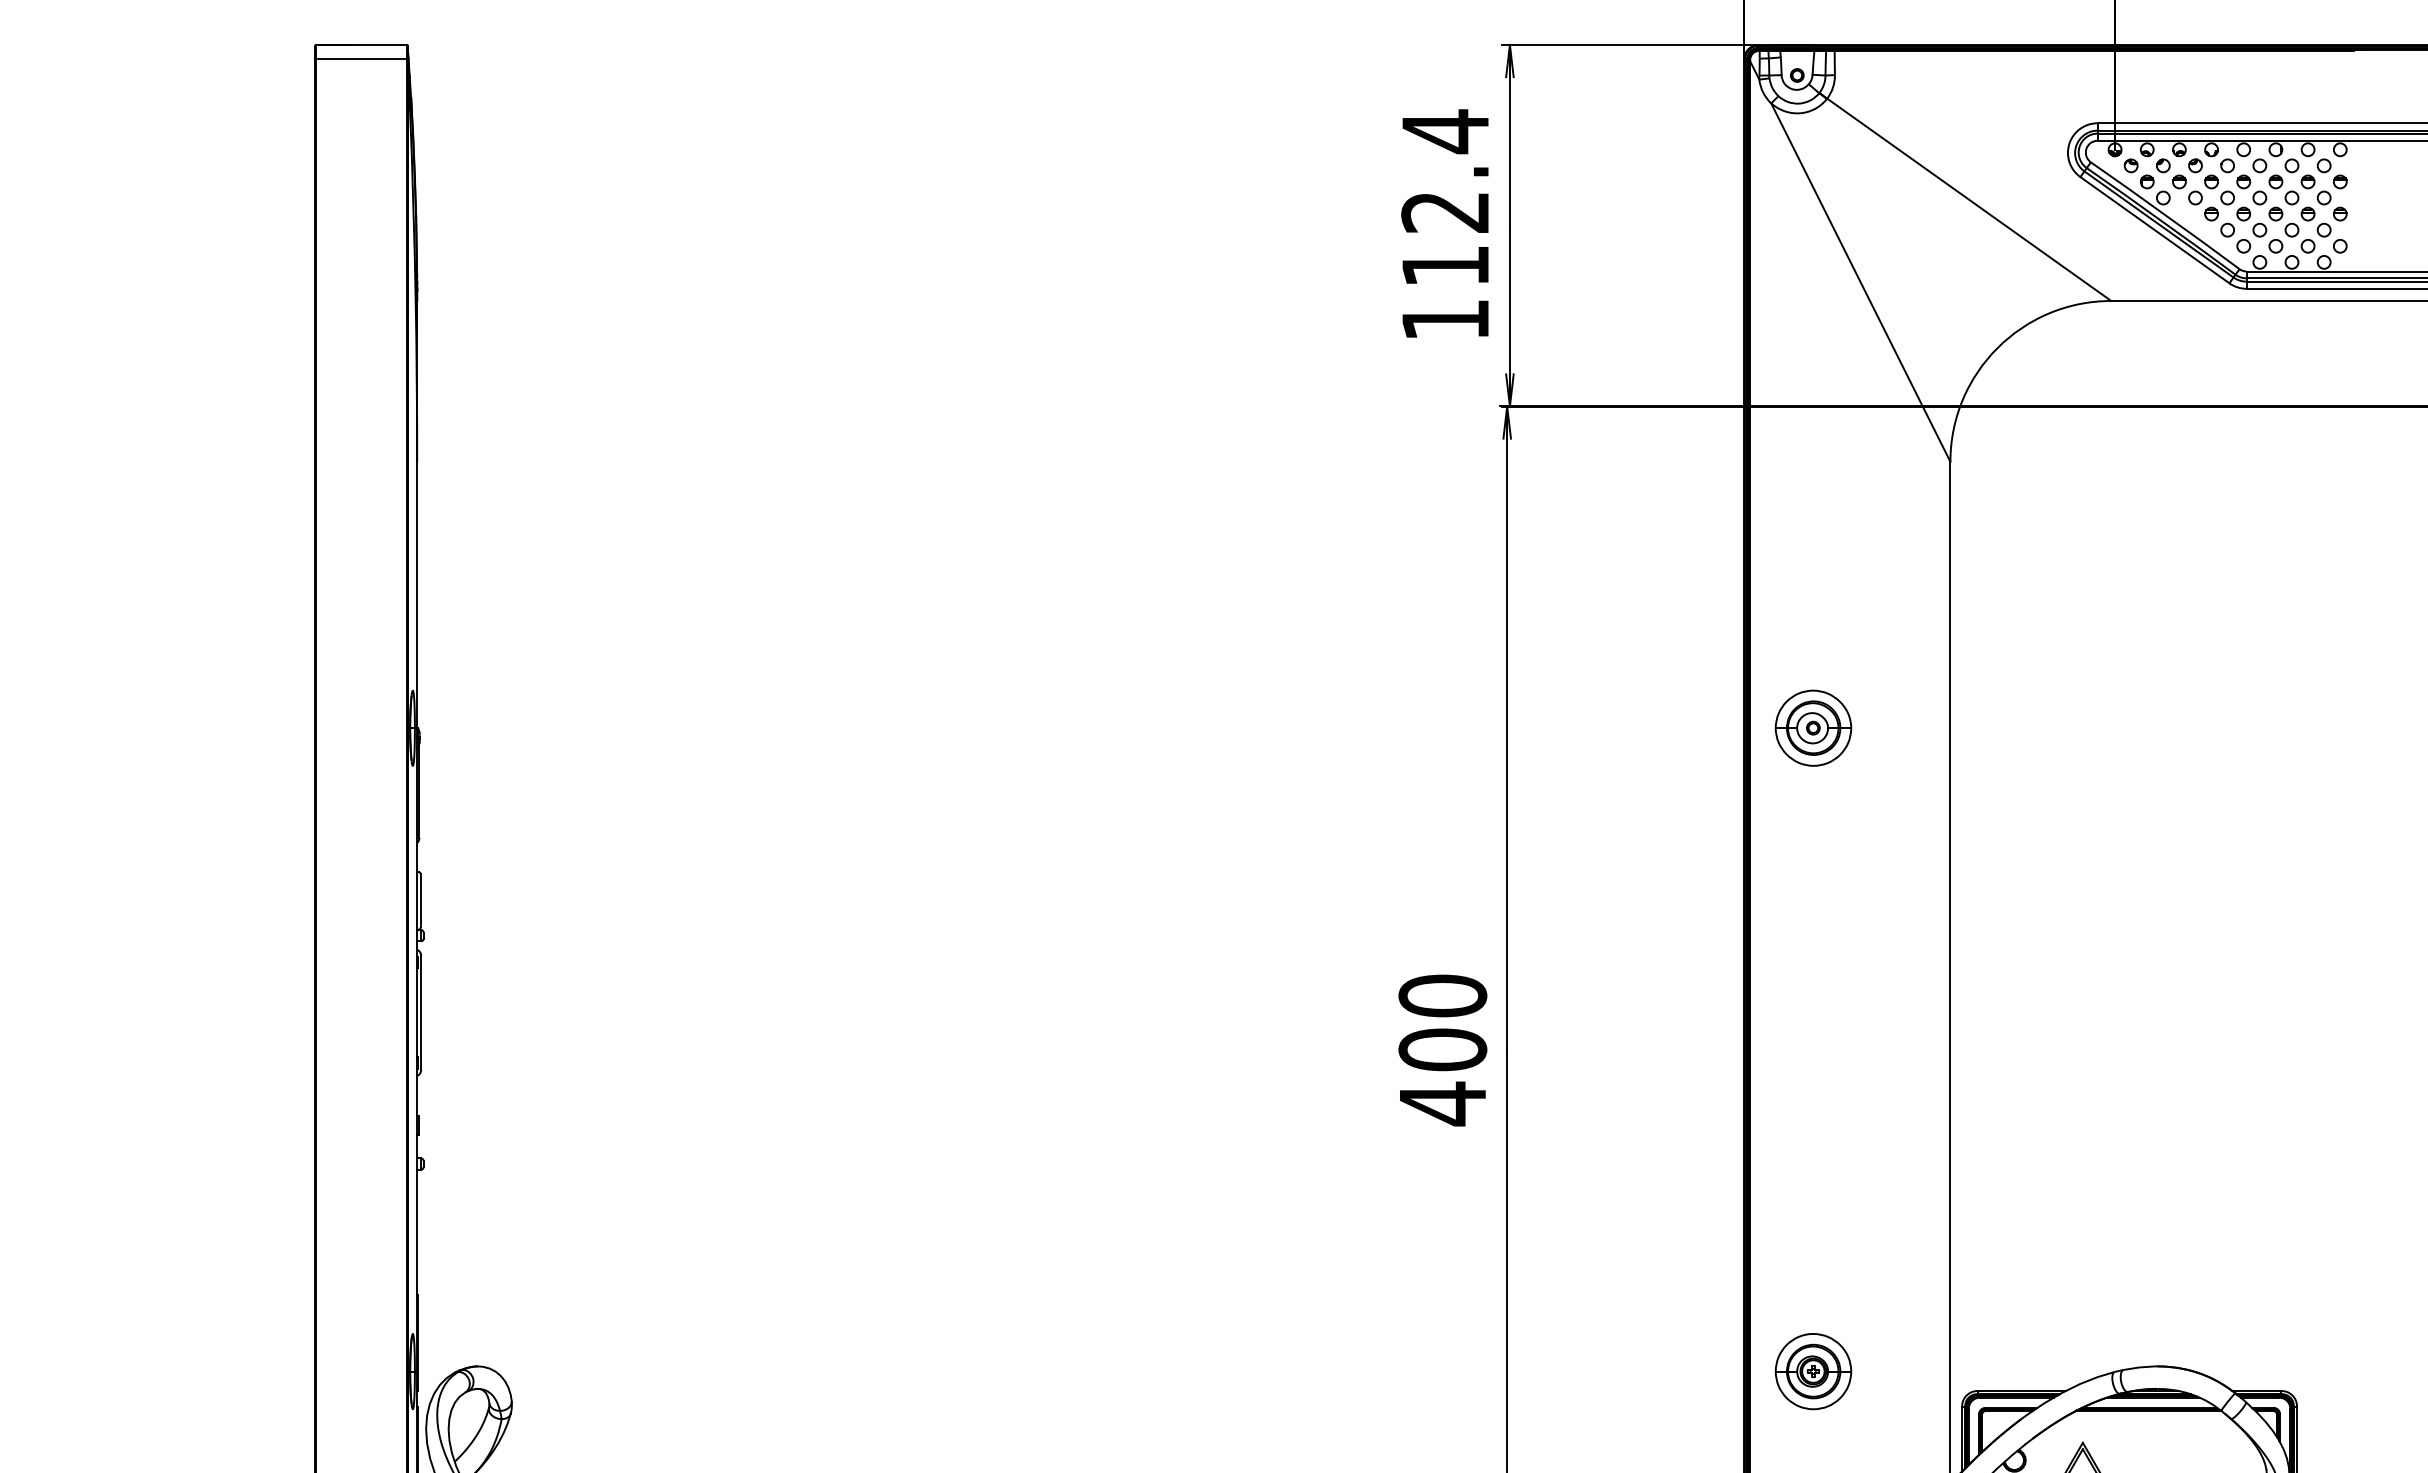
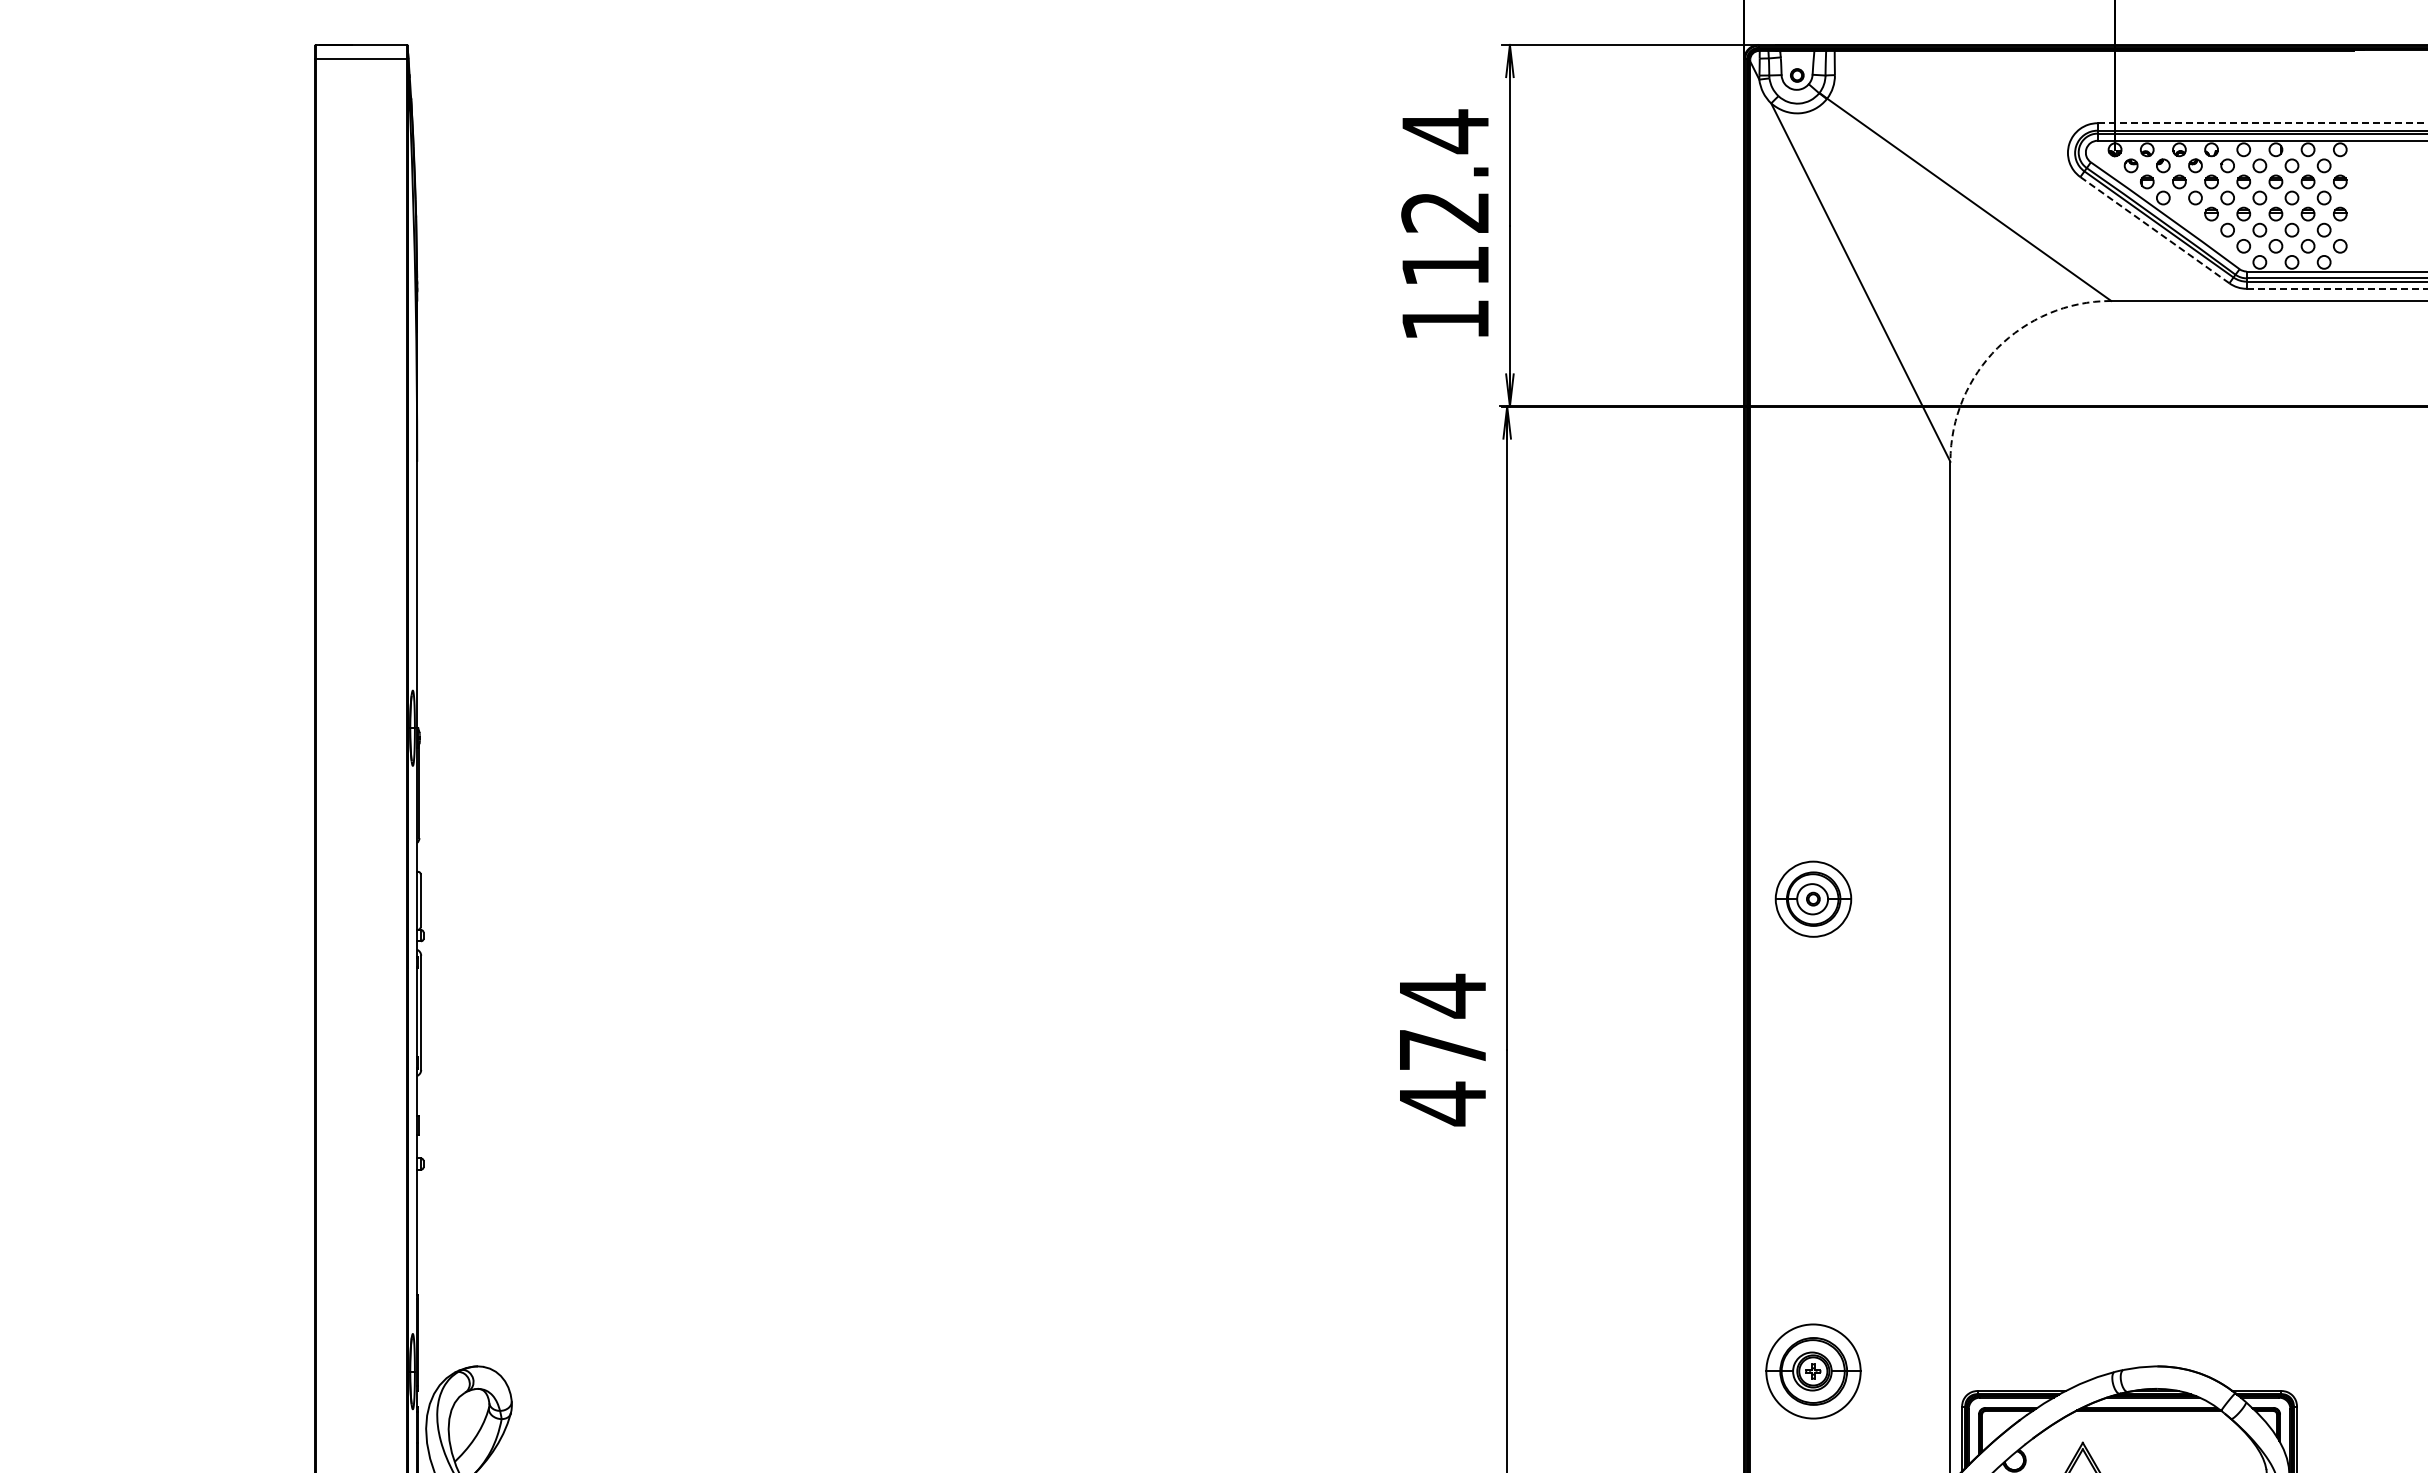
line at (2262, 123): solid -> dashed
line at (2154, 230): solid -> dashed
line at (2337, 288): solid -> dashed
arc at (1997, 348): solid -> dashed
part at (1813, 727) position: (1813, 727) -> (1813, 898)
text at (1442, 1022): 400 -> 474
part at (1813, 1371) size: 79x78 px -> 97x97 px
